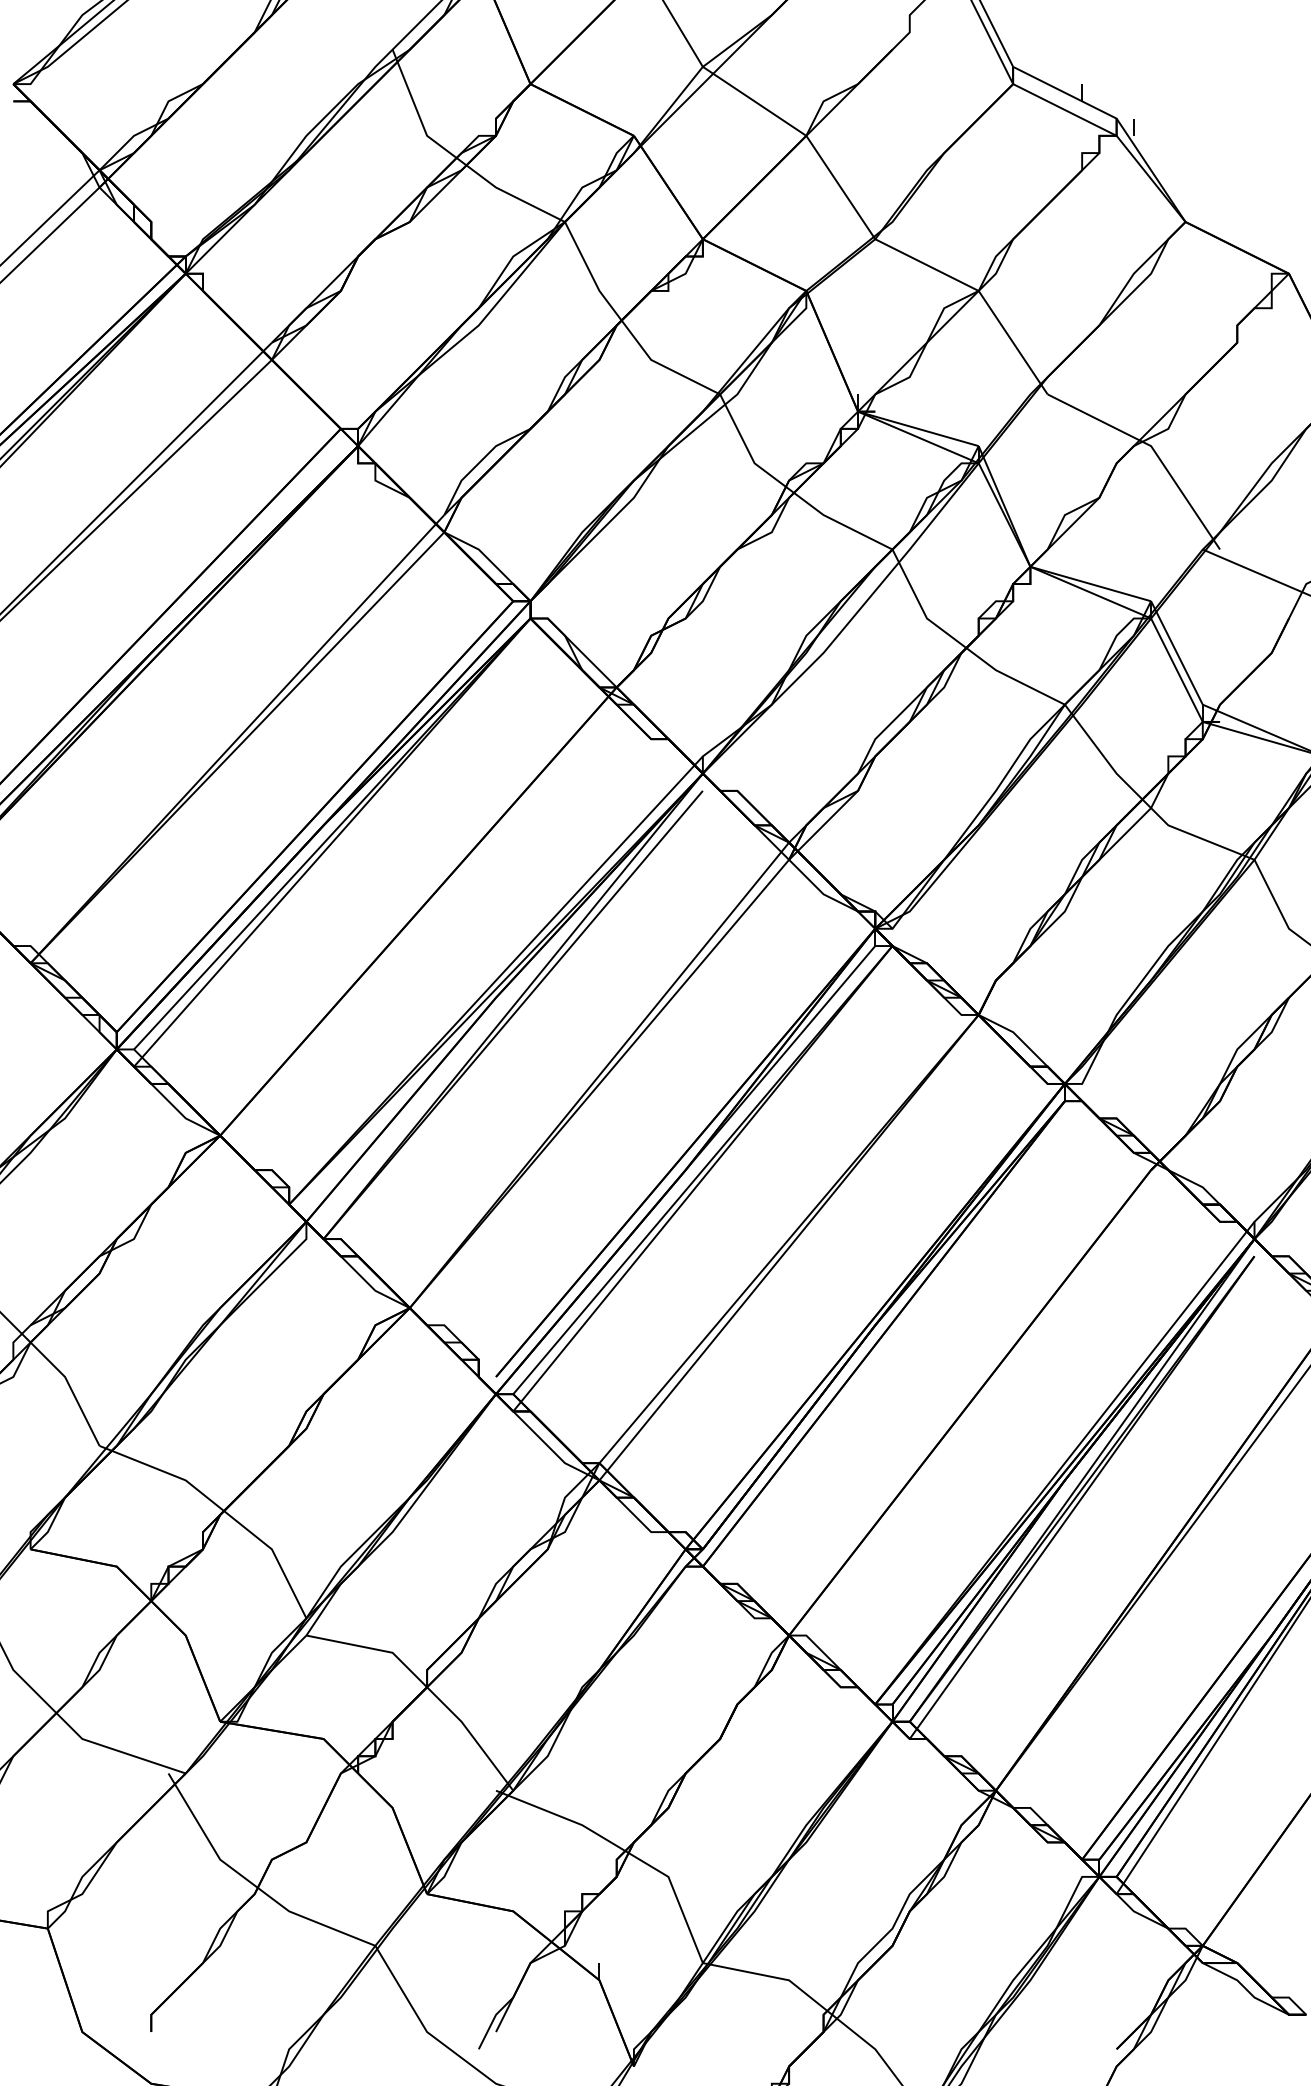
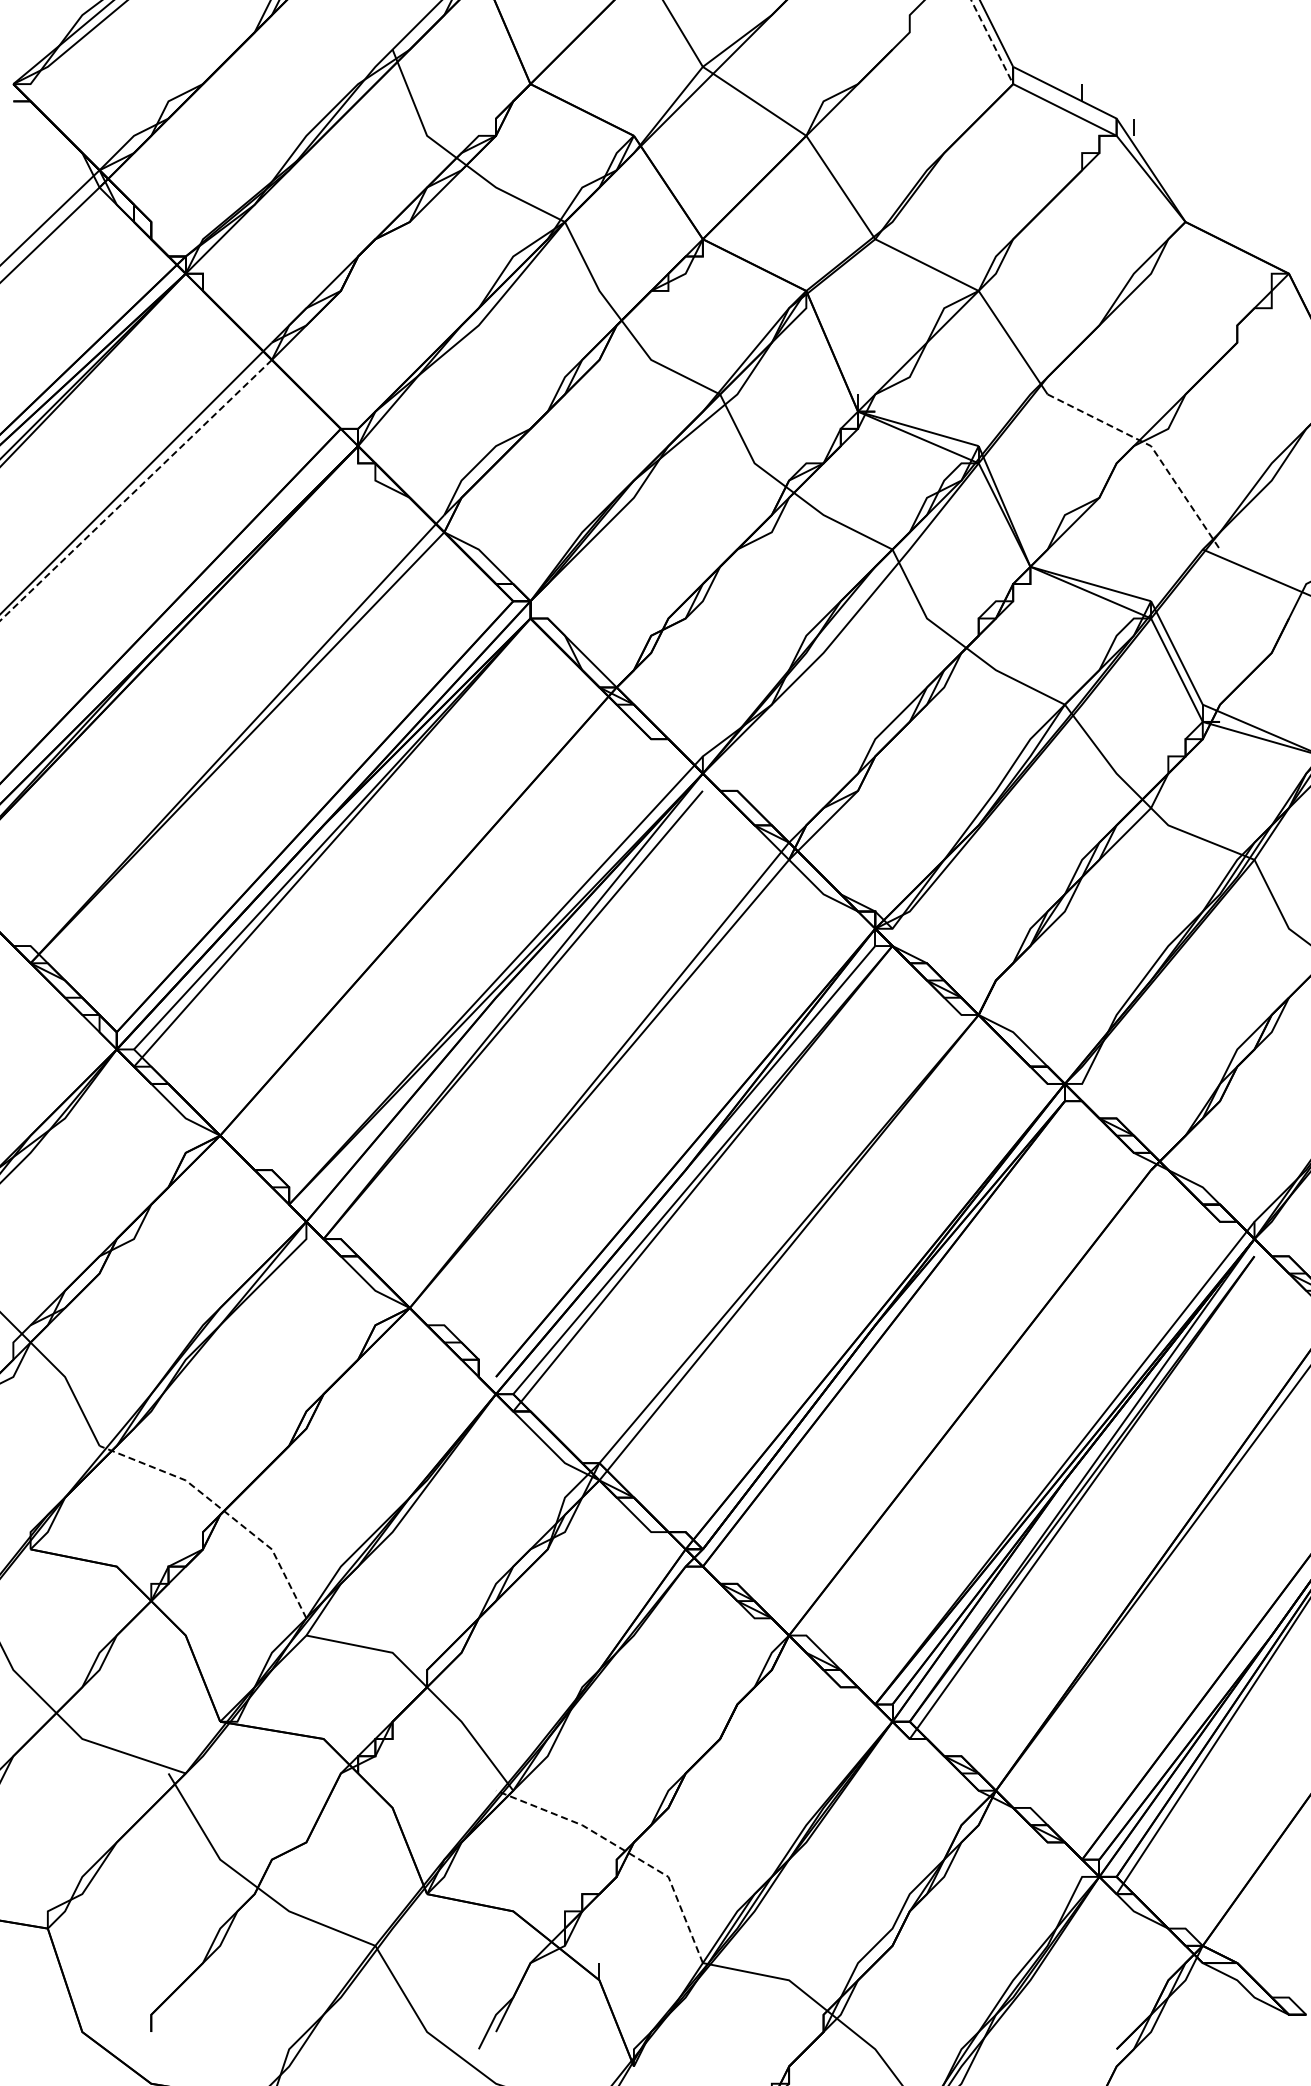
line at (992, 42): solid -> dashed
line at (1153, 449): solid -> dashed
line at (135, 490): solid -> dashed
line at (223, 1510): solid -> dashed
line at (624, 1850): solid -> dashed
